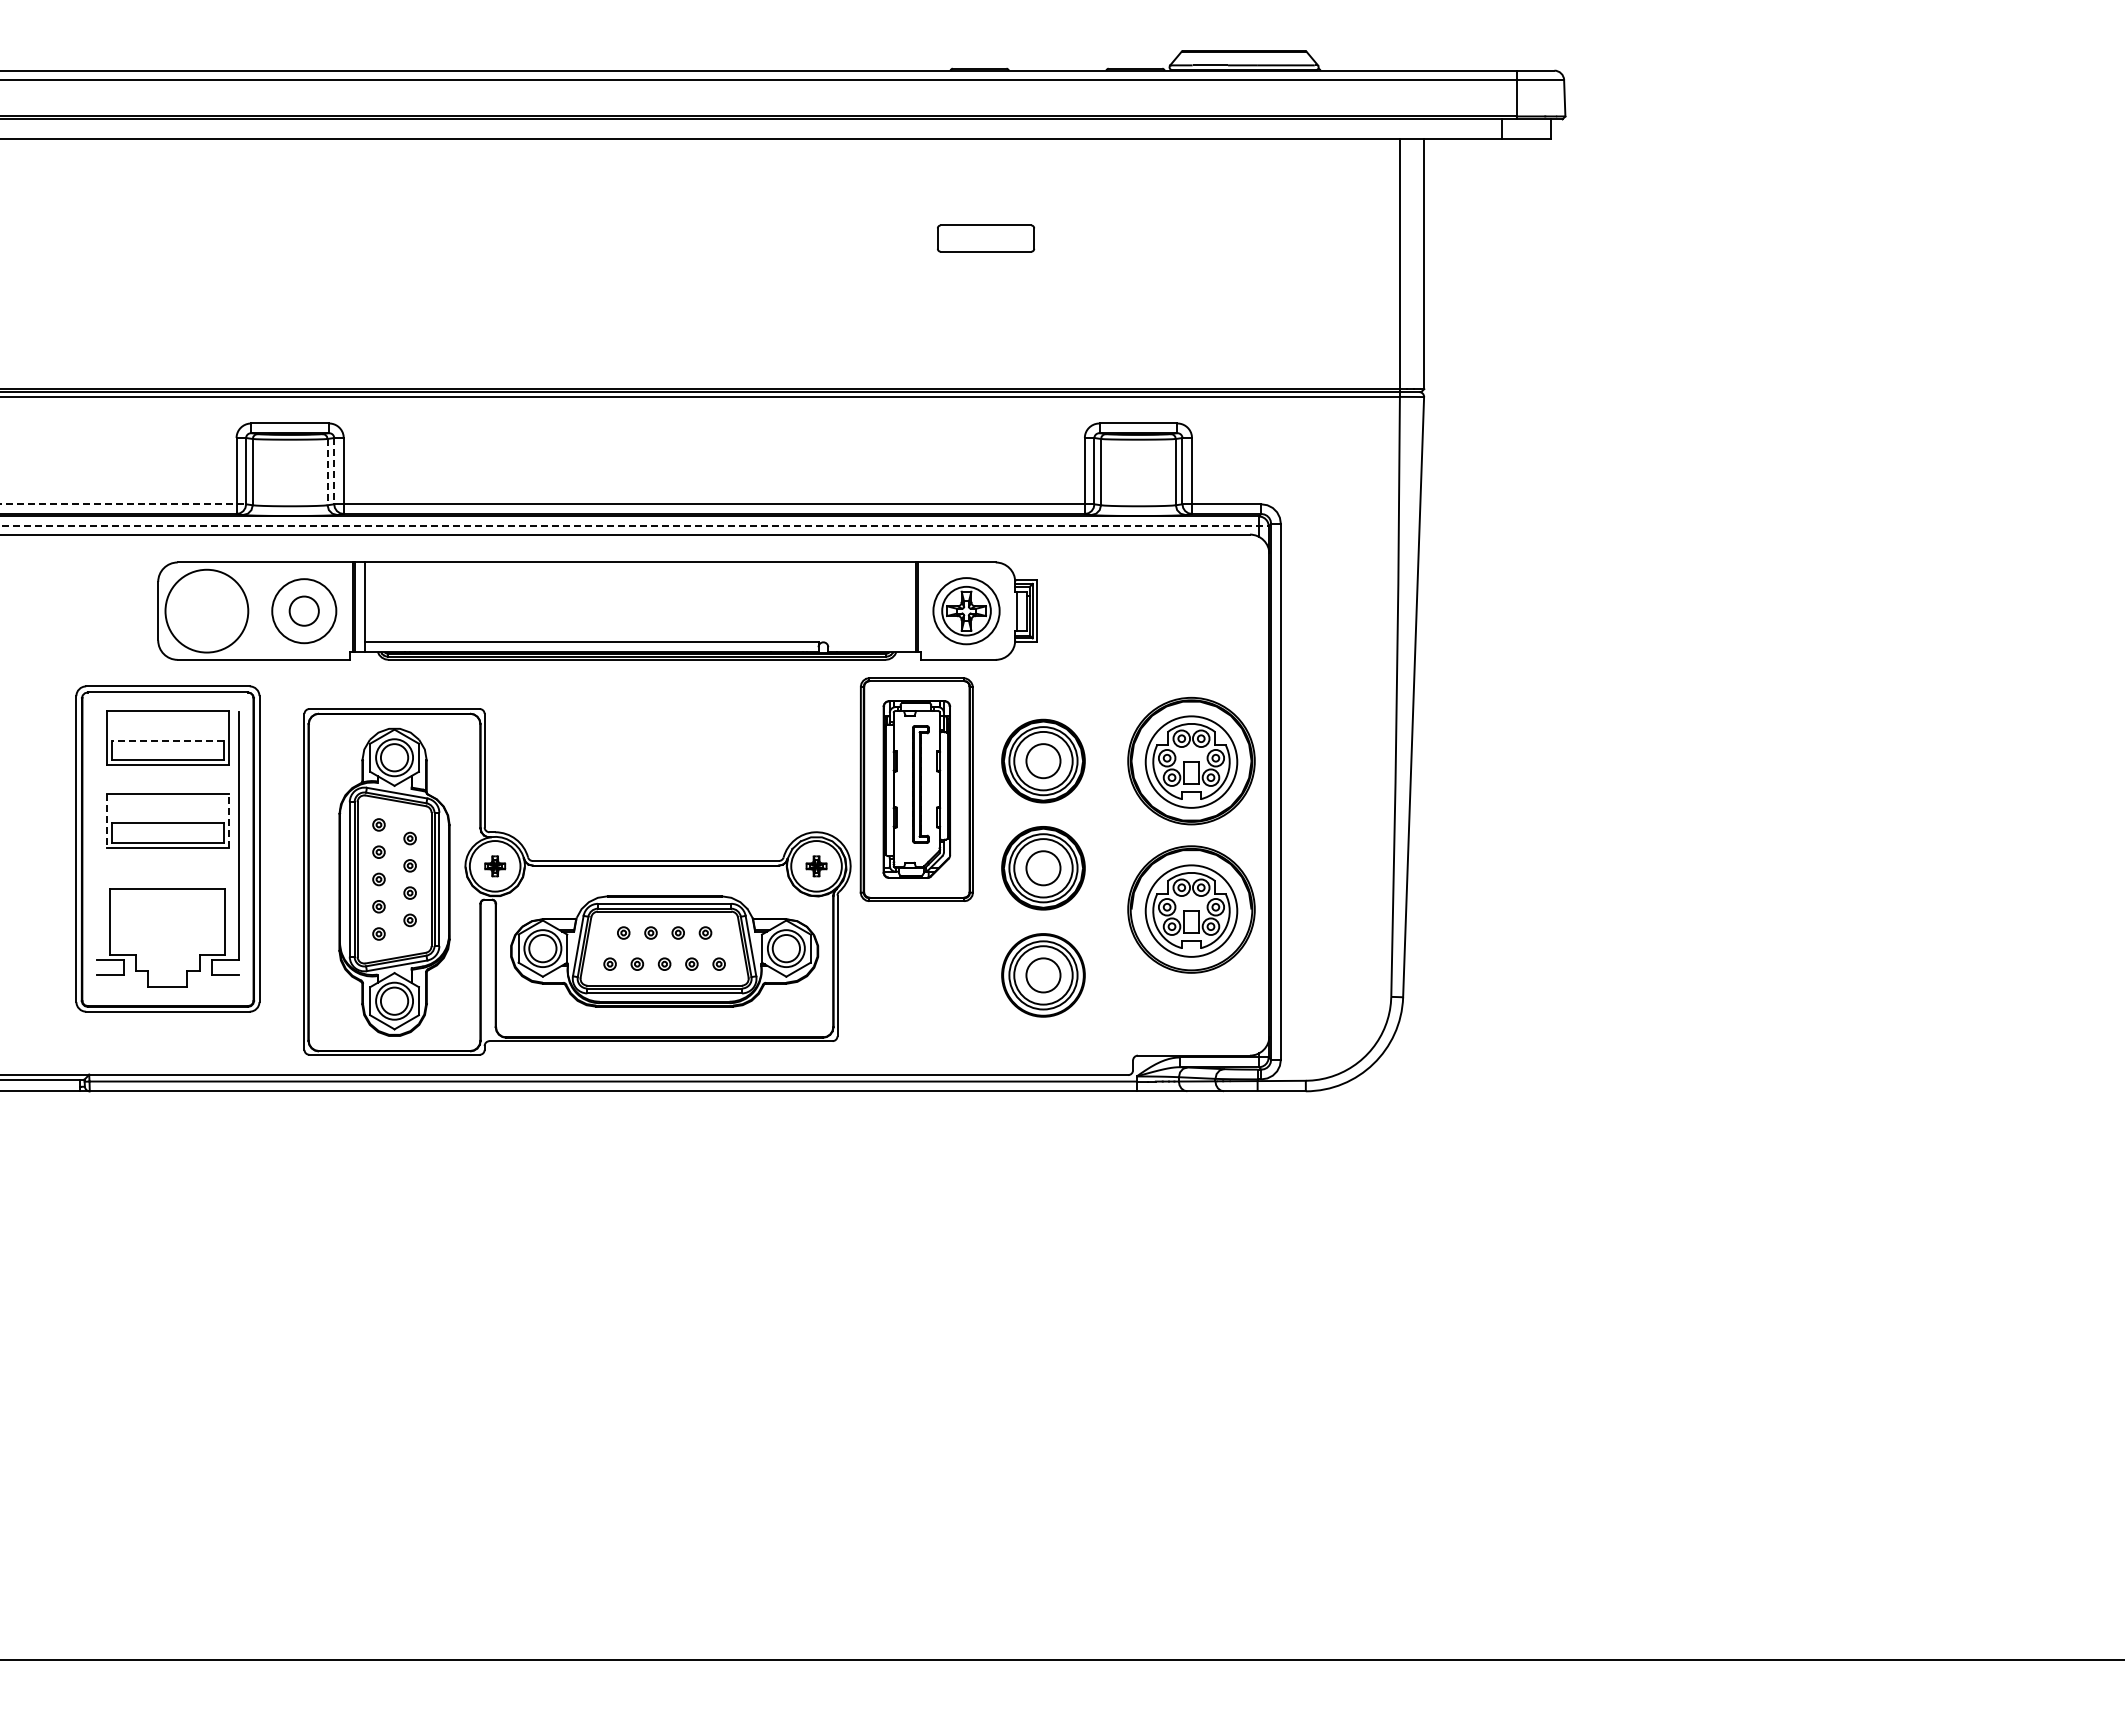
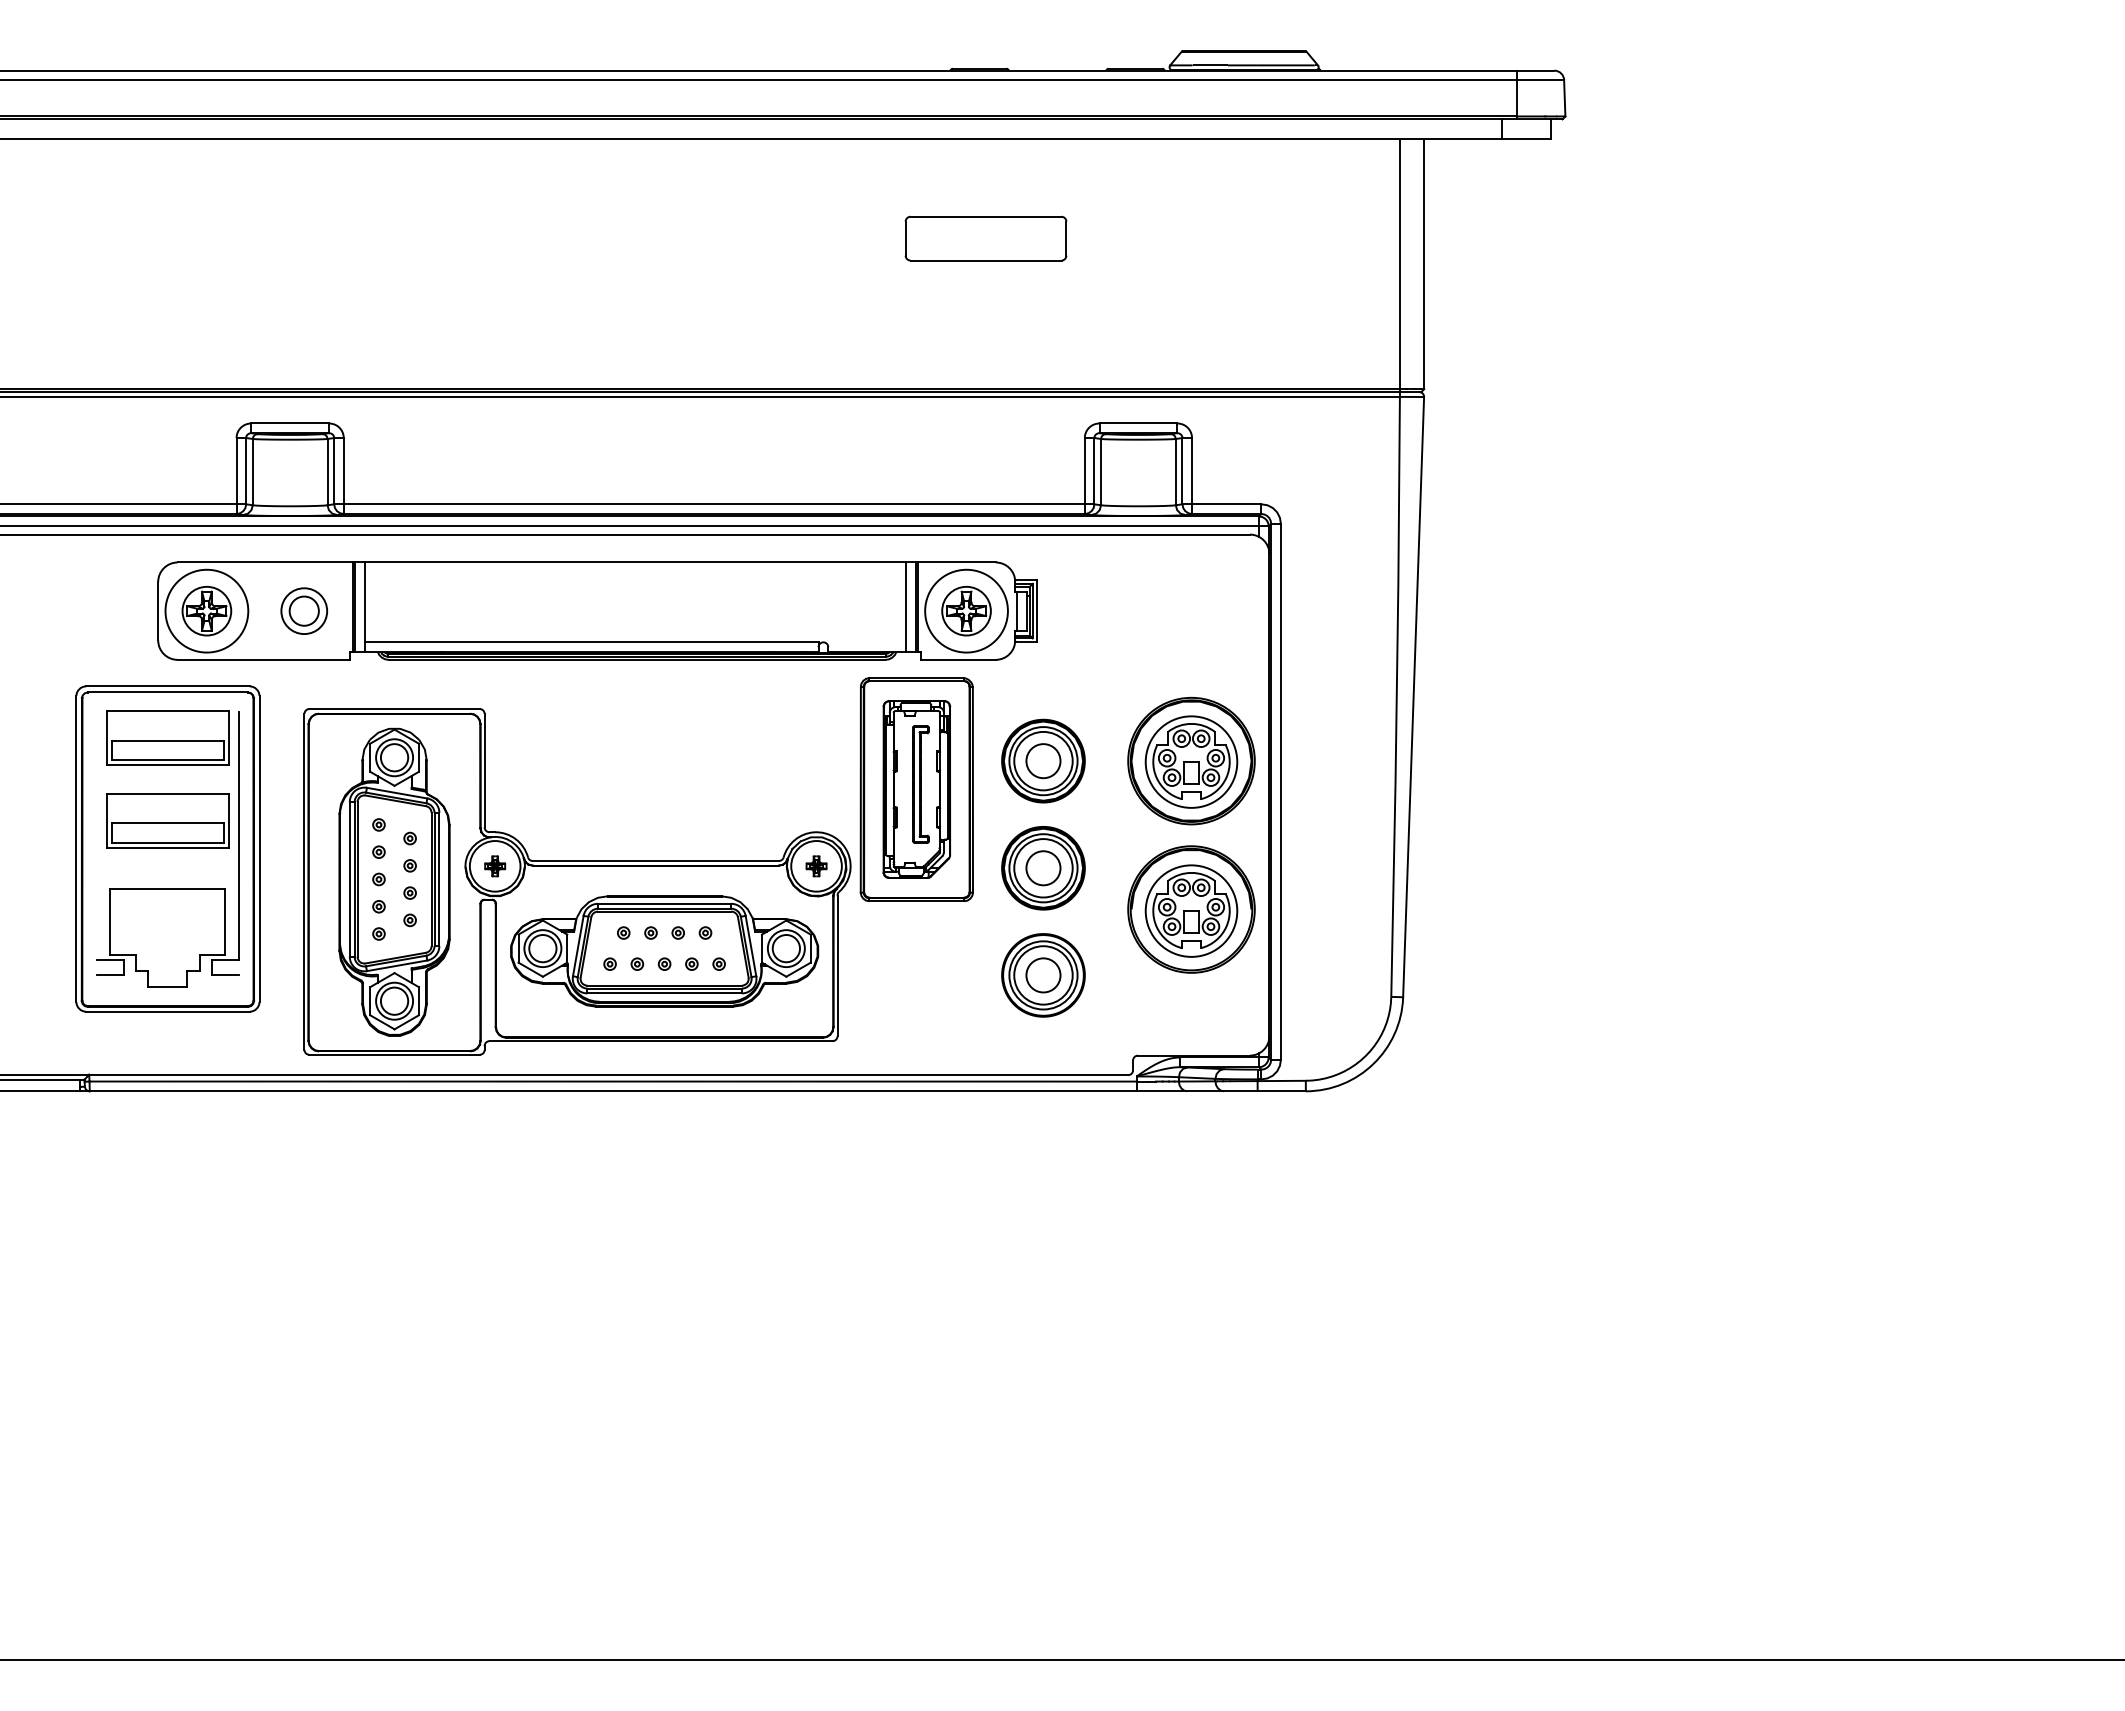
part at (986, 238) size: 99x29 px -> 164x47 px
line at (334, 471): dashed -> solid
line at (327, 472): dashed -> solid
line at (123, 504): dashed -> solid
line at (634, 526): dashed -> solid
line at (906, 607): none -> present
part at (206, 611): none -> present
circle at (304, 611) diameter: 64 px -> 46 px
circle at (966, 611) diameter: 66 px -> 83 px
line at (167, 740): dashed -> solid
line at (107, 820): dashed -> solid
line at (228, 820): dashed -> solid
